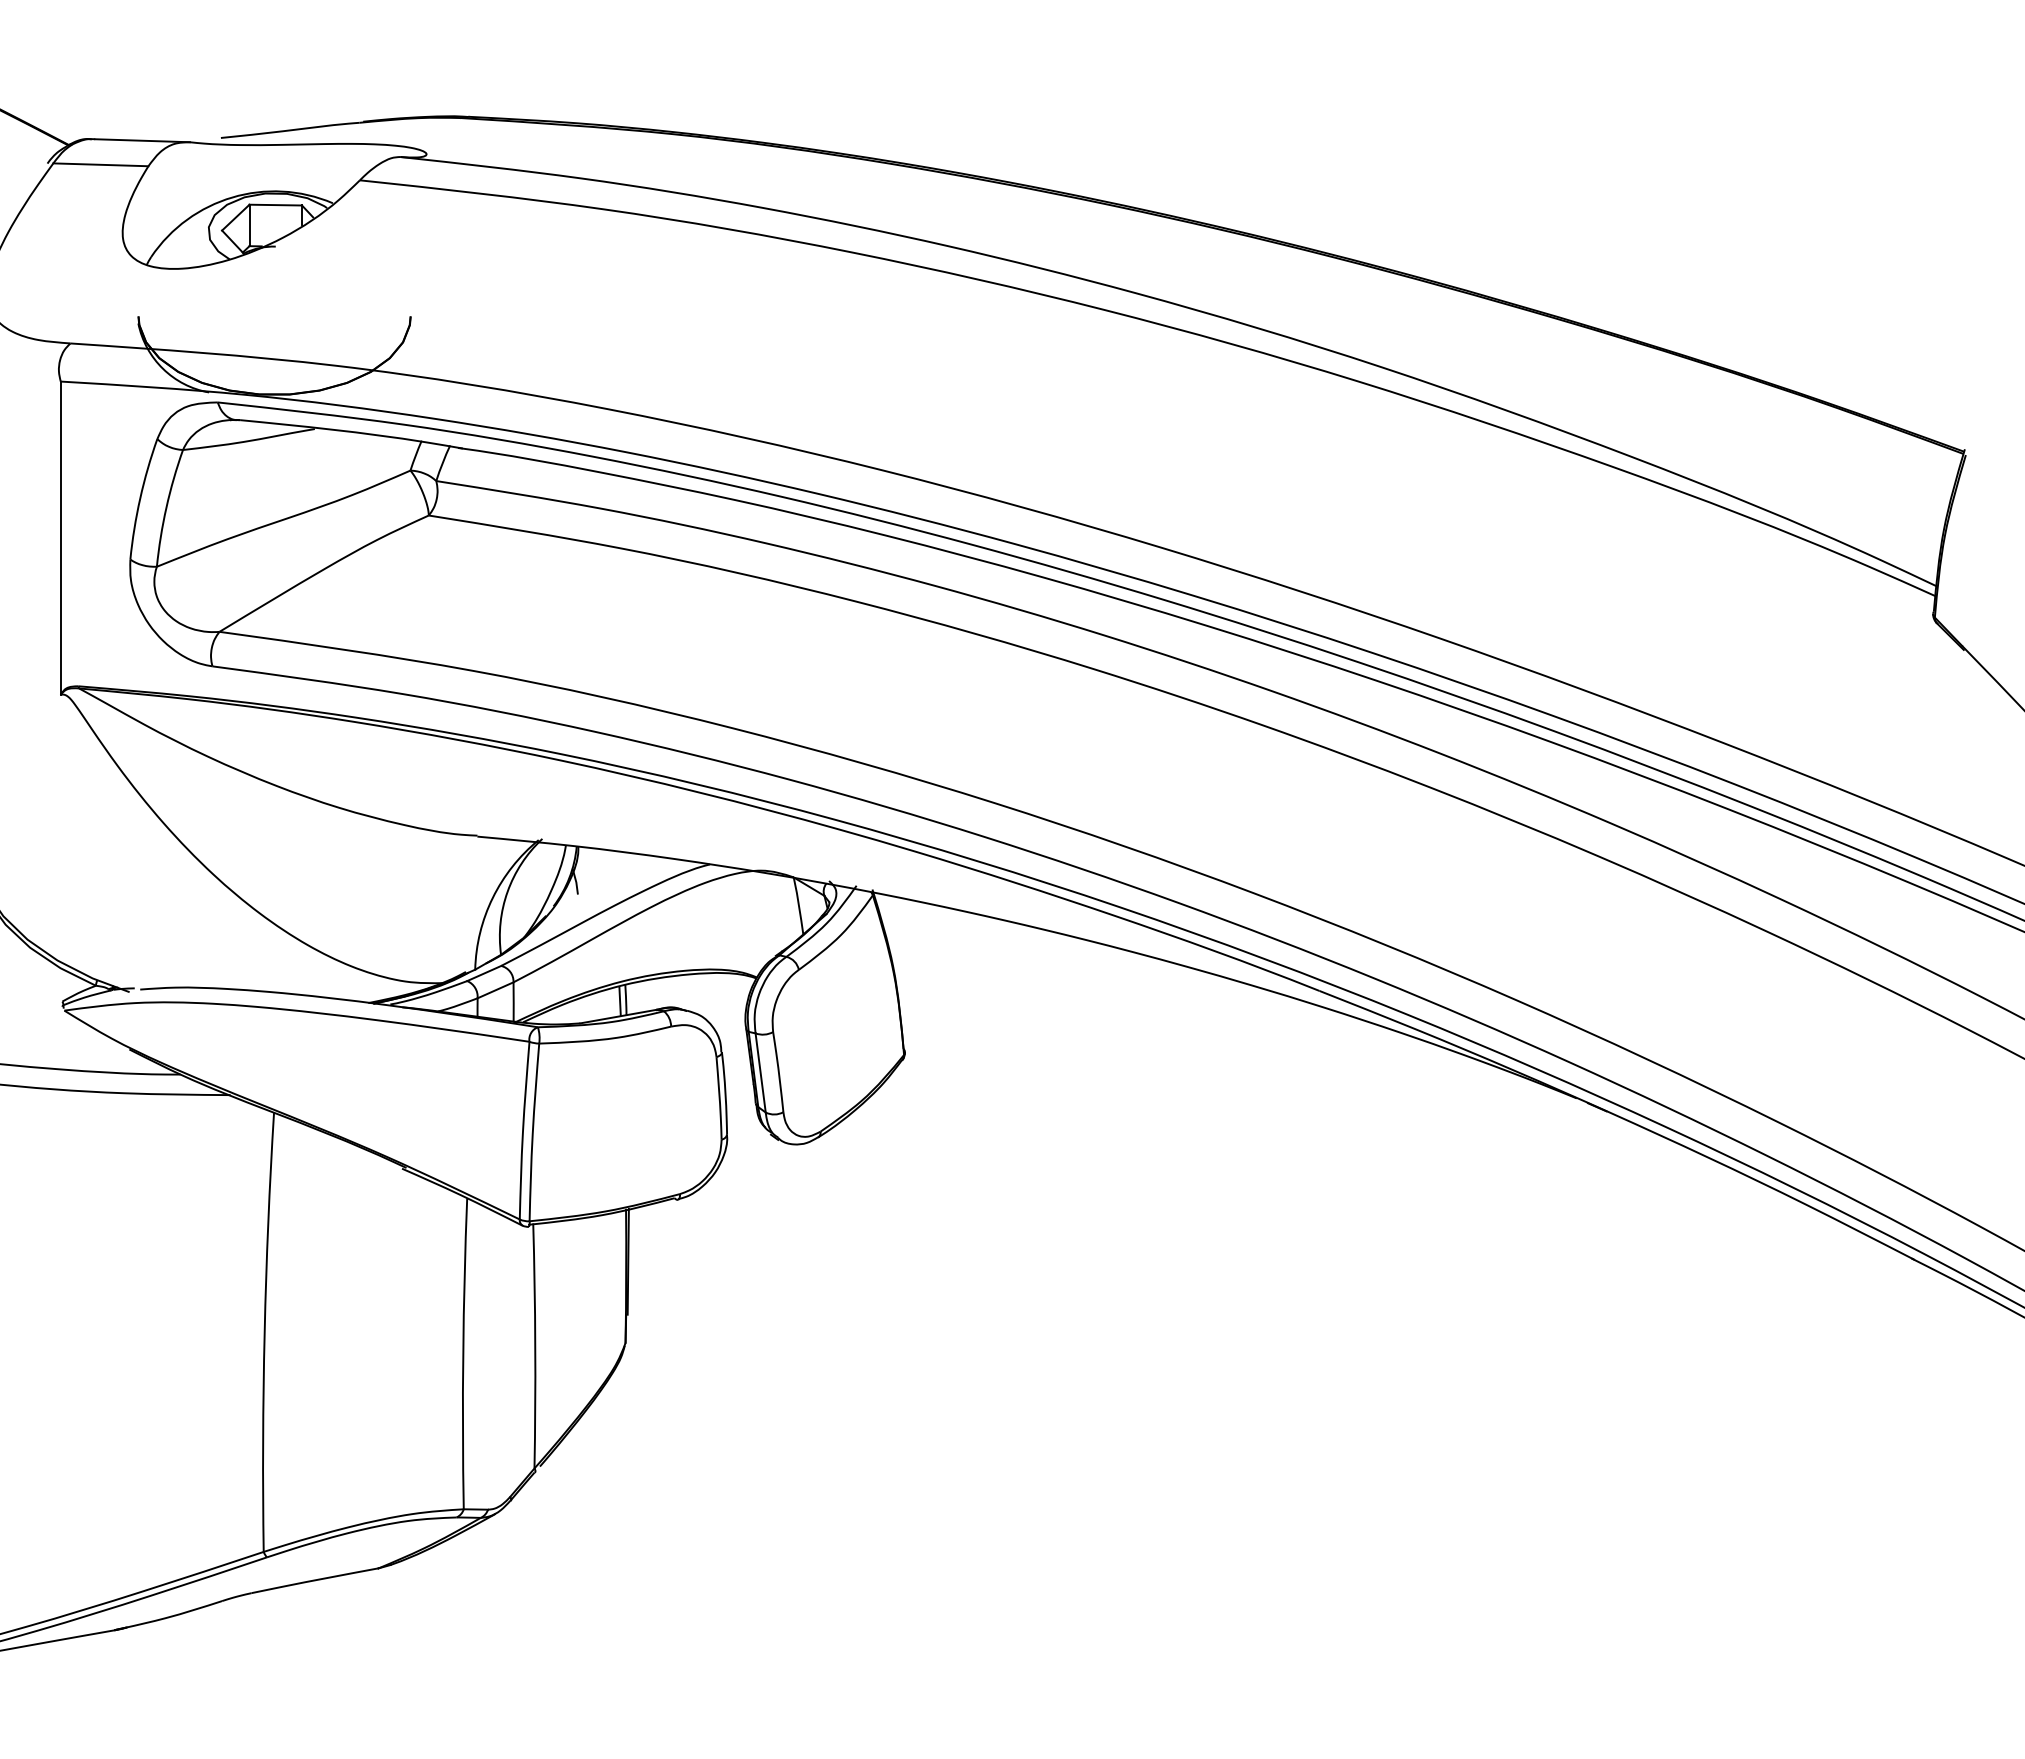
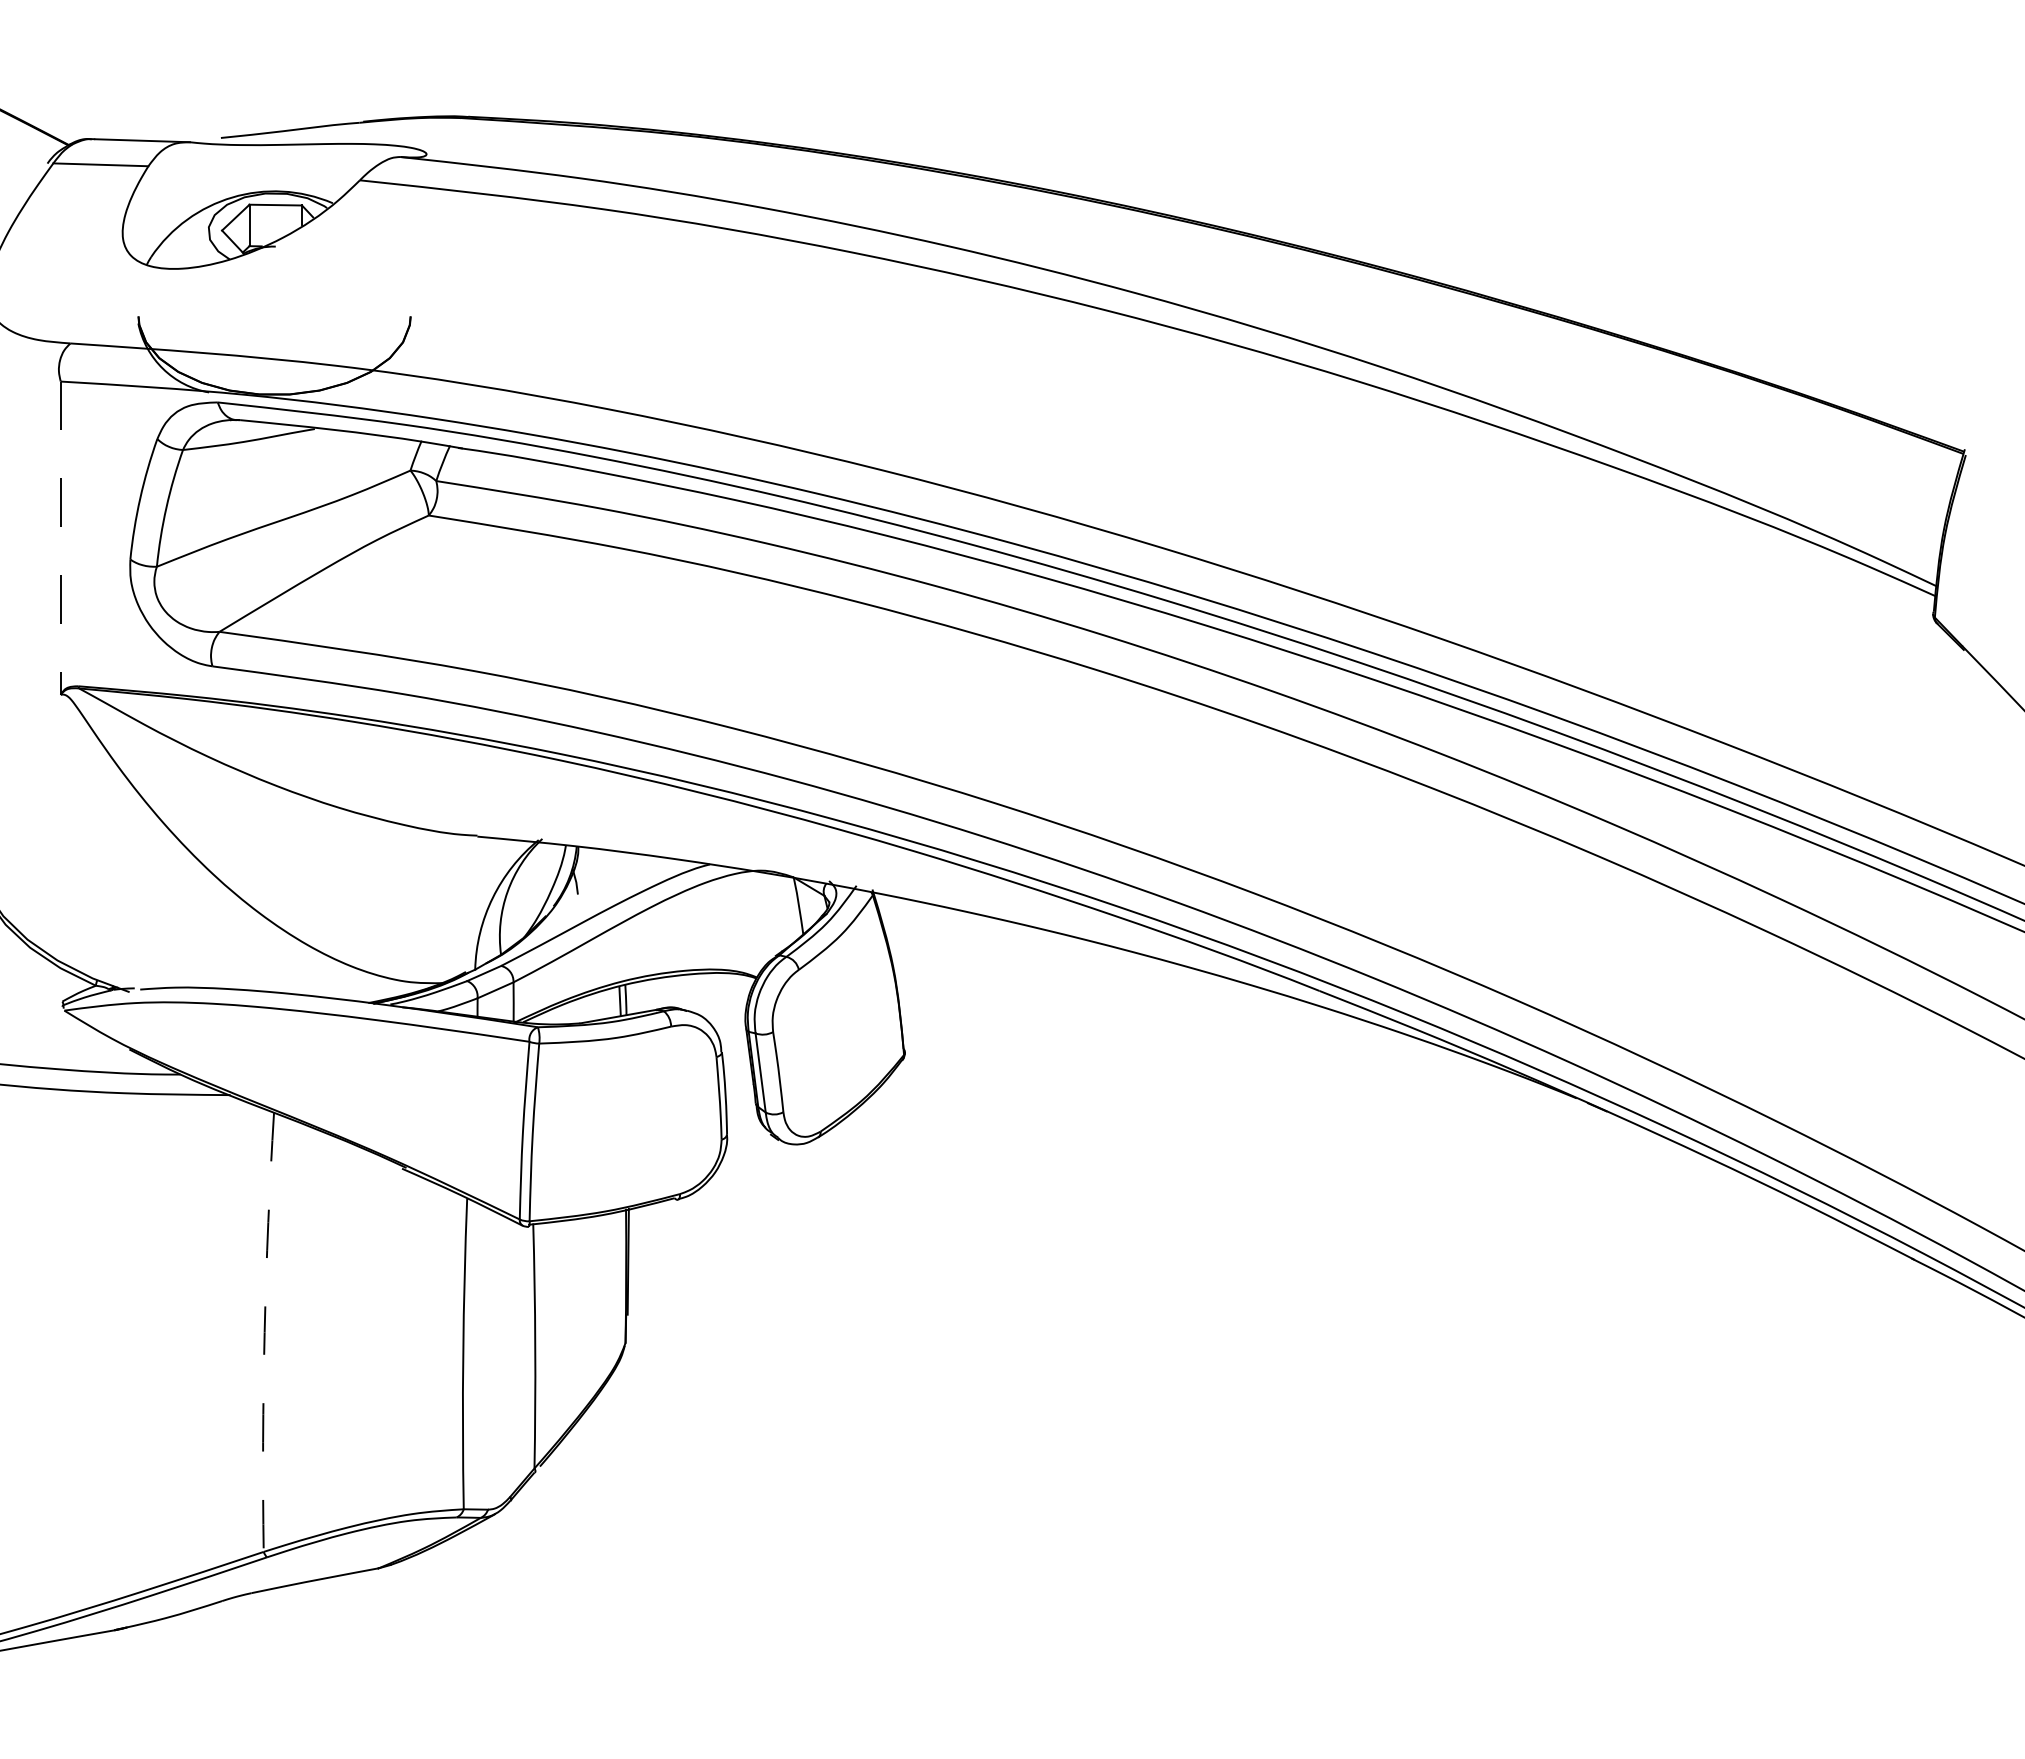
line at (60, 538): solid -> dashed
arc at (264, 1332): solid -> dashed
